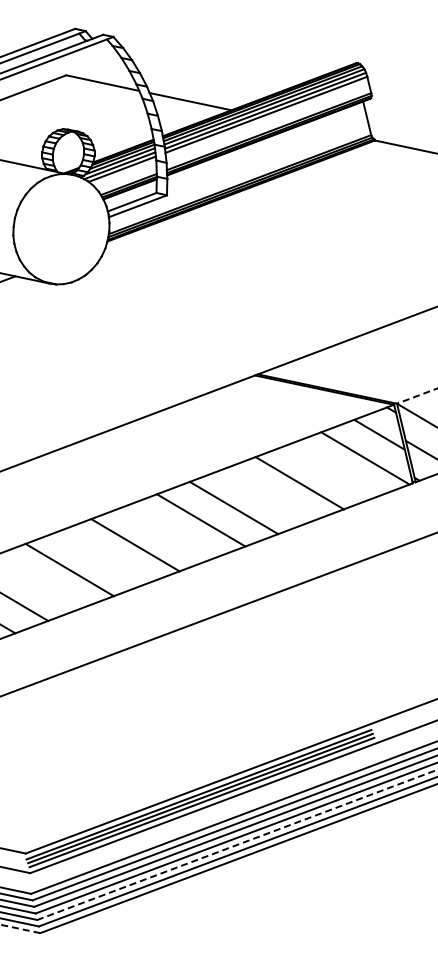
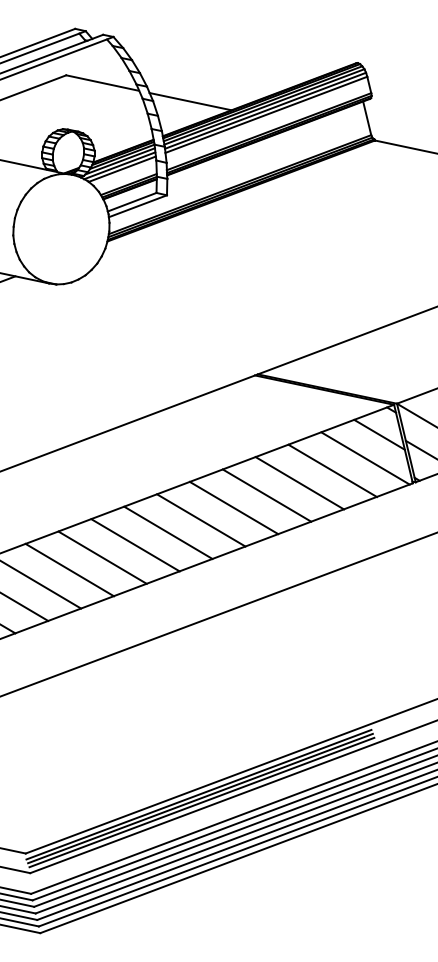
line at (416, 396): dashed -> solid
line at (332, 470): none -> present
line at (266, 495): none -> present
line at (168, 532): none -> present
line at (102, 557): none -> present
line at (41, 584): none -> present
line at (237, 844): dashed -> solid
line at (19, 928): dashed -> solid
